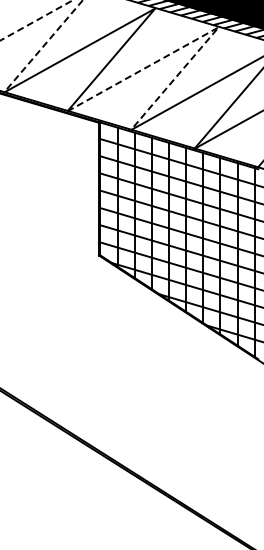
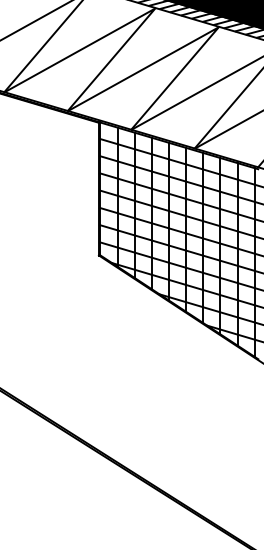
line at (70, 14): dashed -> solid
line at (203, 35): dashed -> solid
